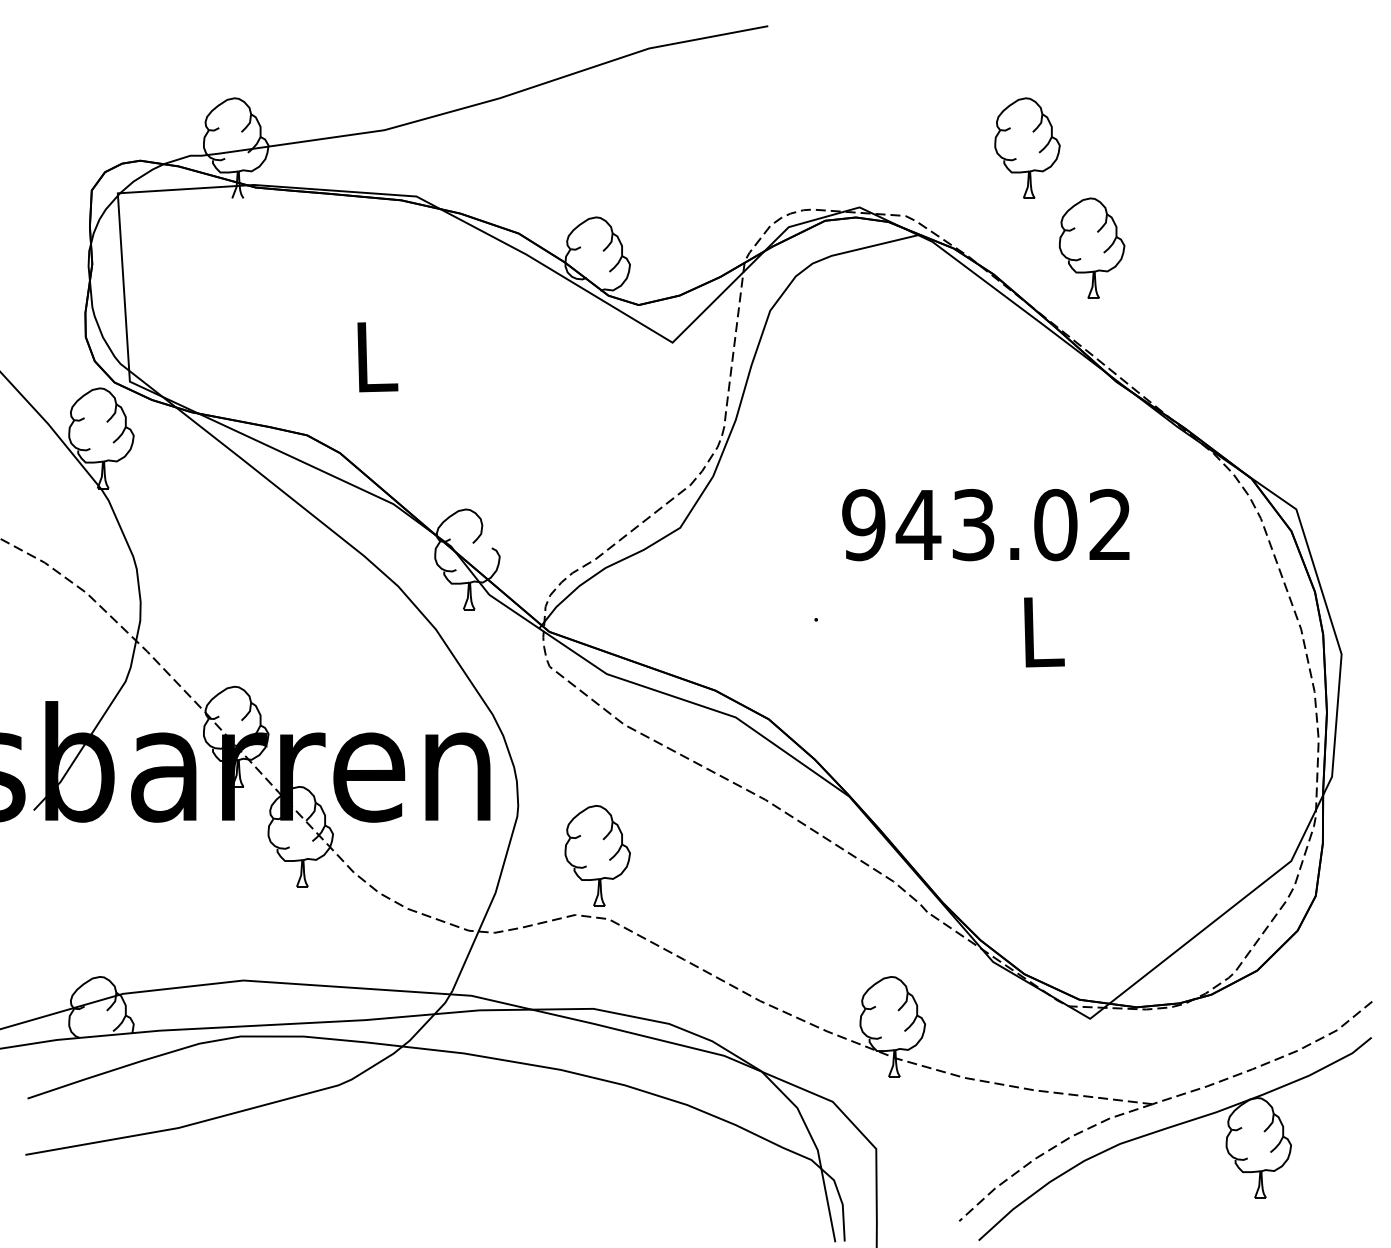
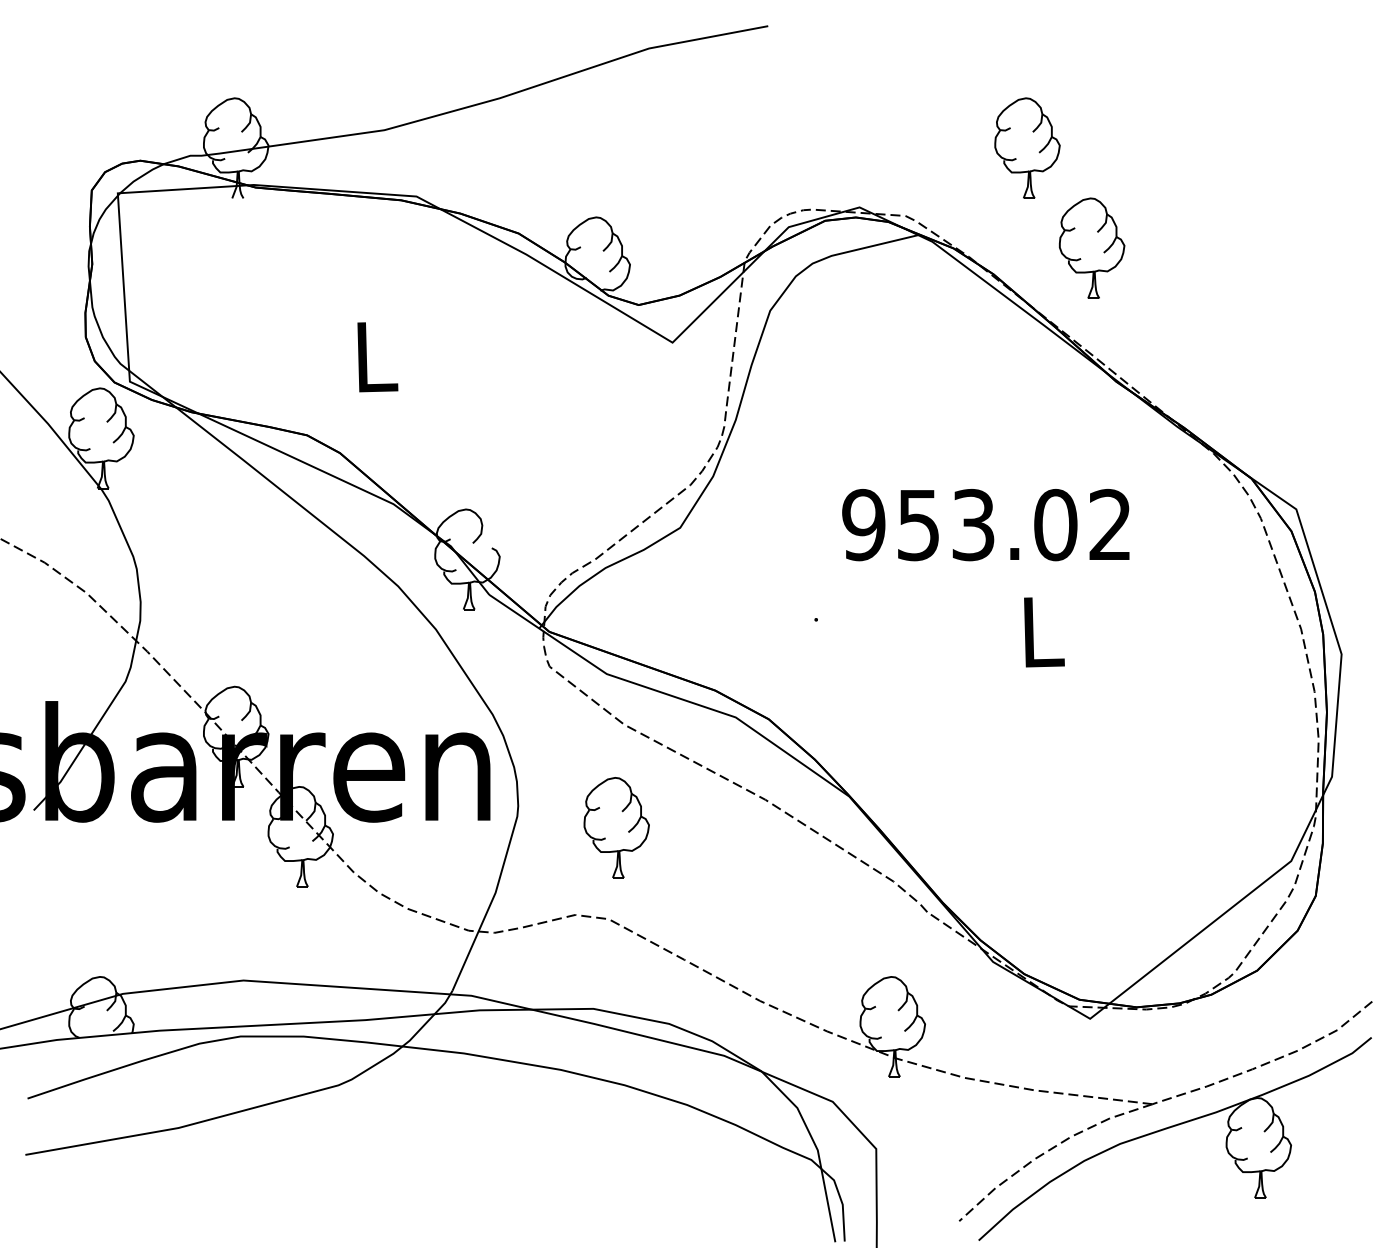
text at (918, 525): 943.02 -> 953.02
part at (597, 855) position: (597, 855) -> (616, 827)
